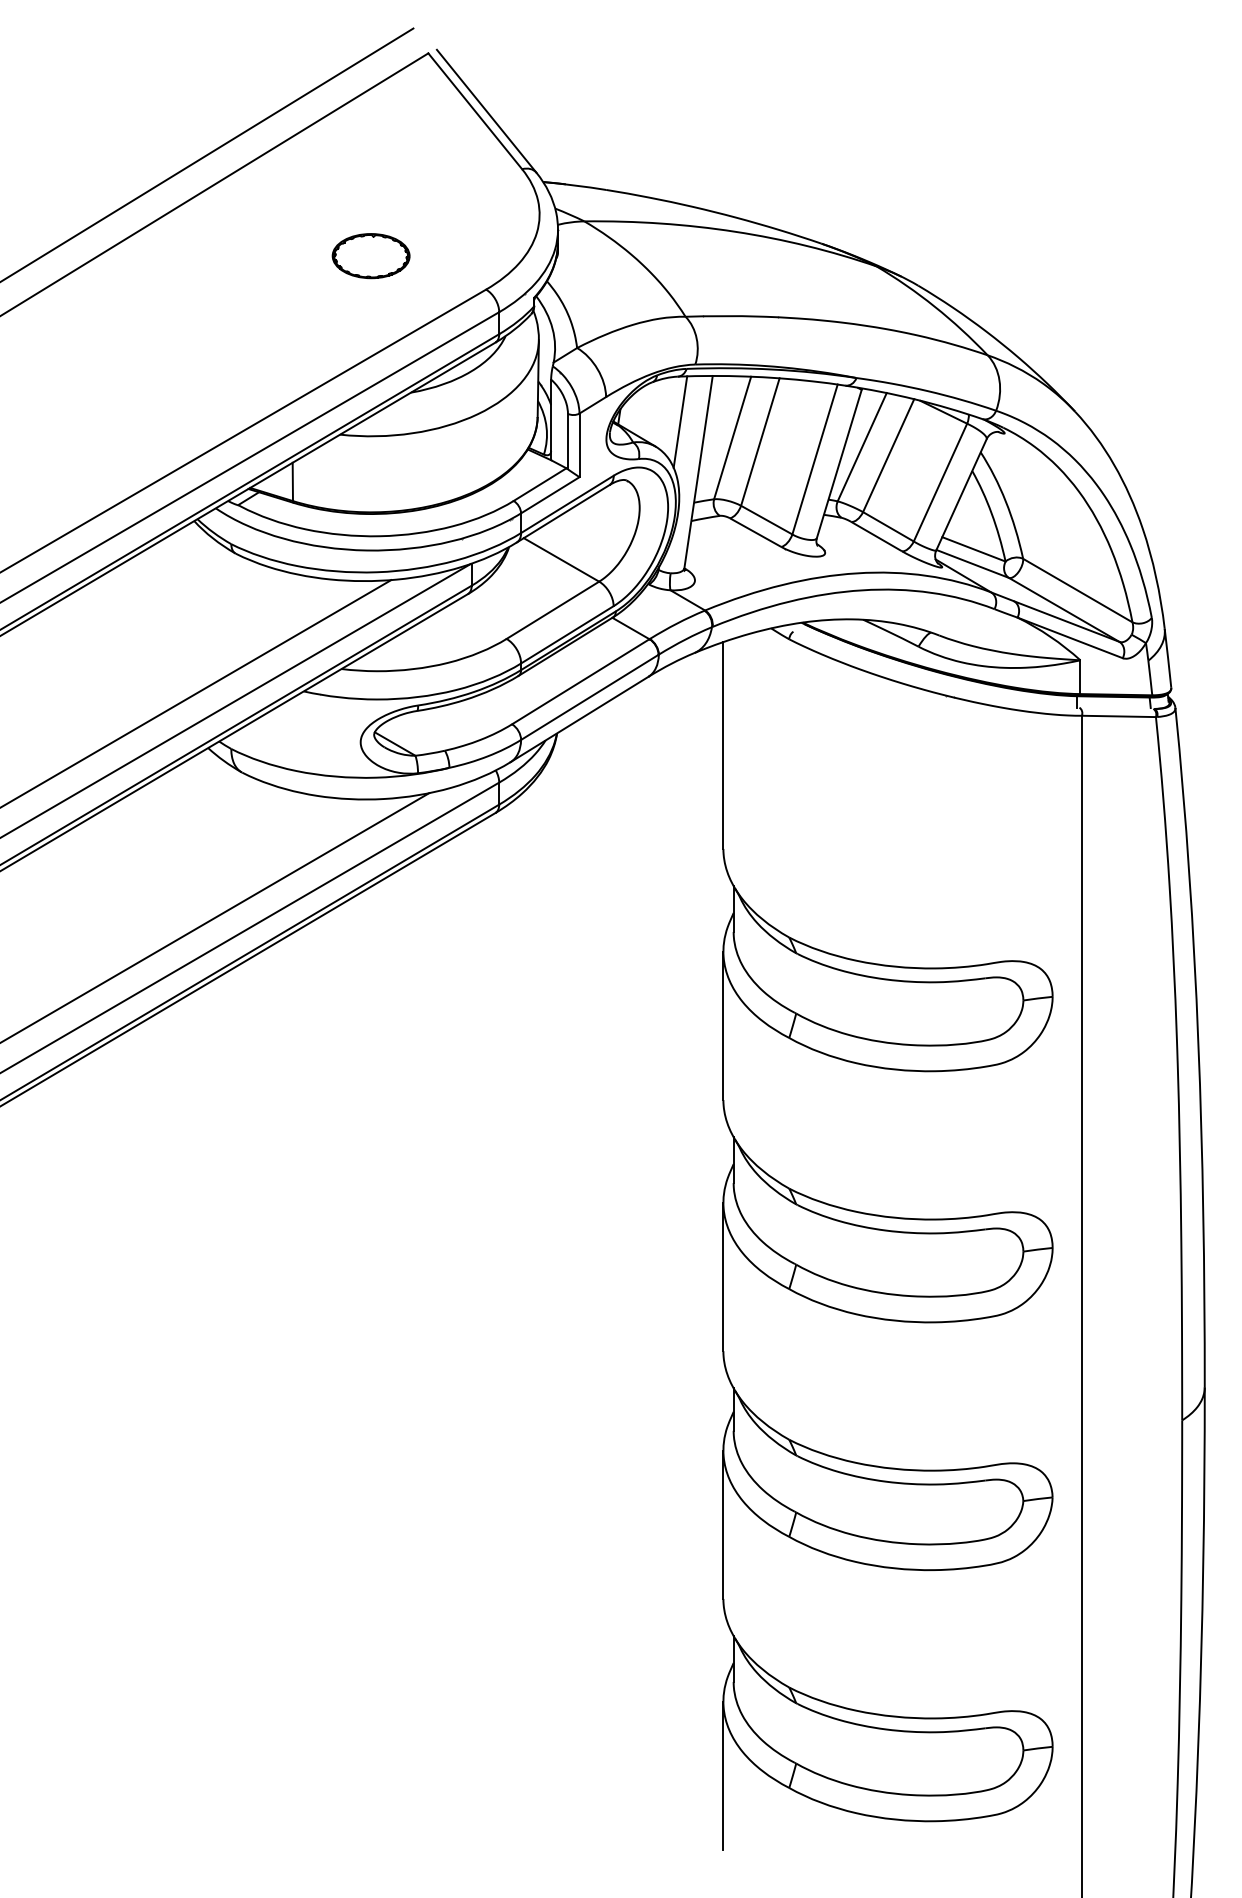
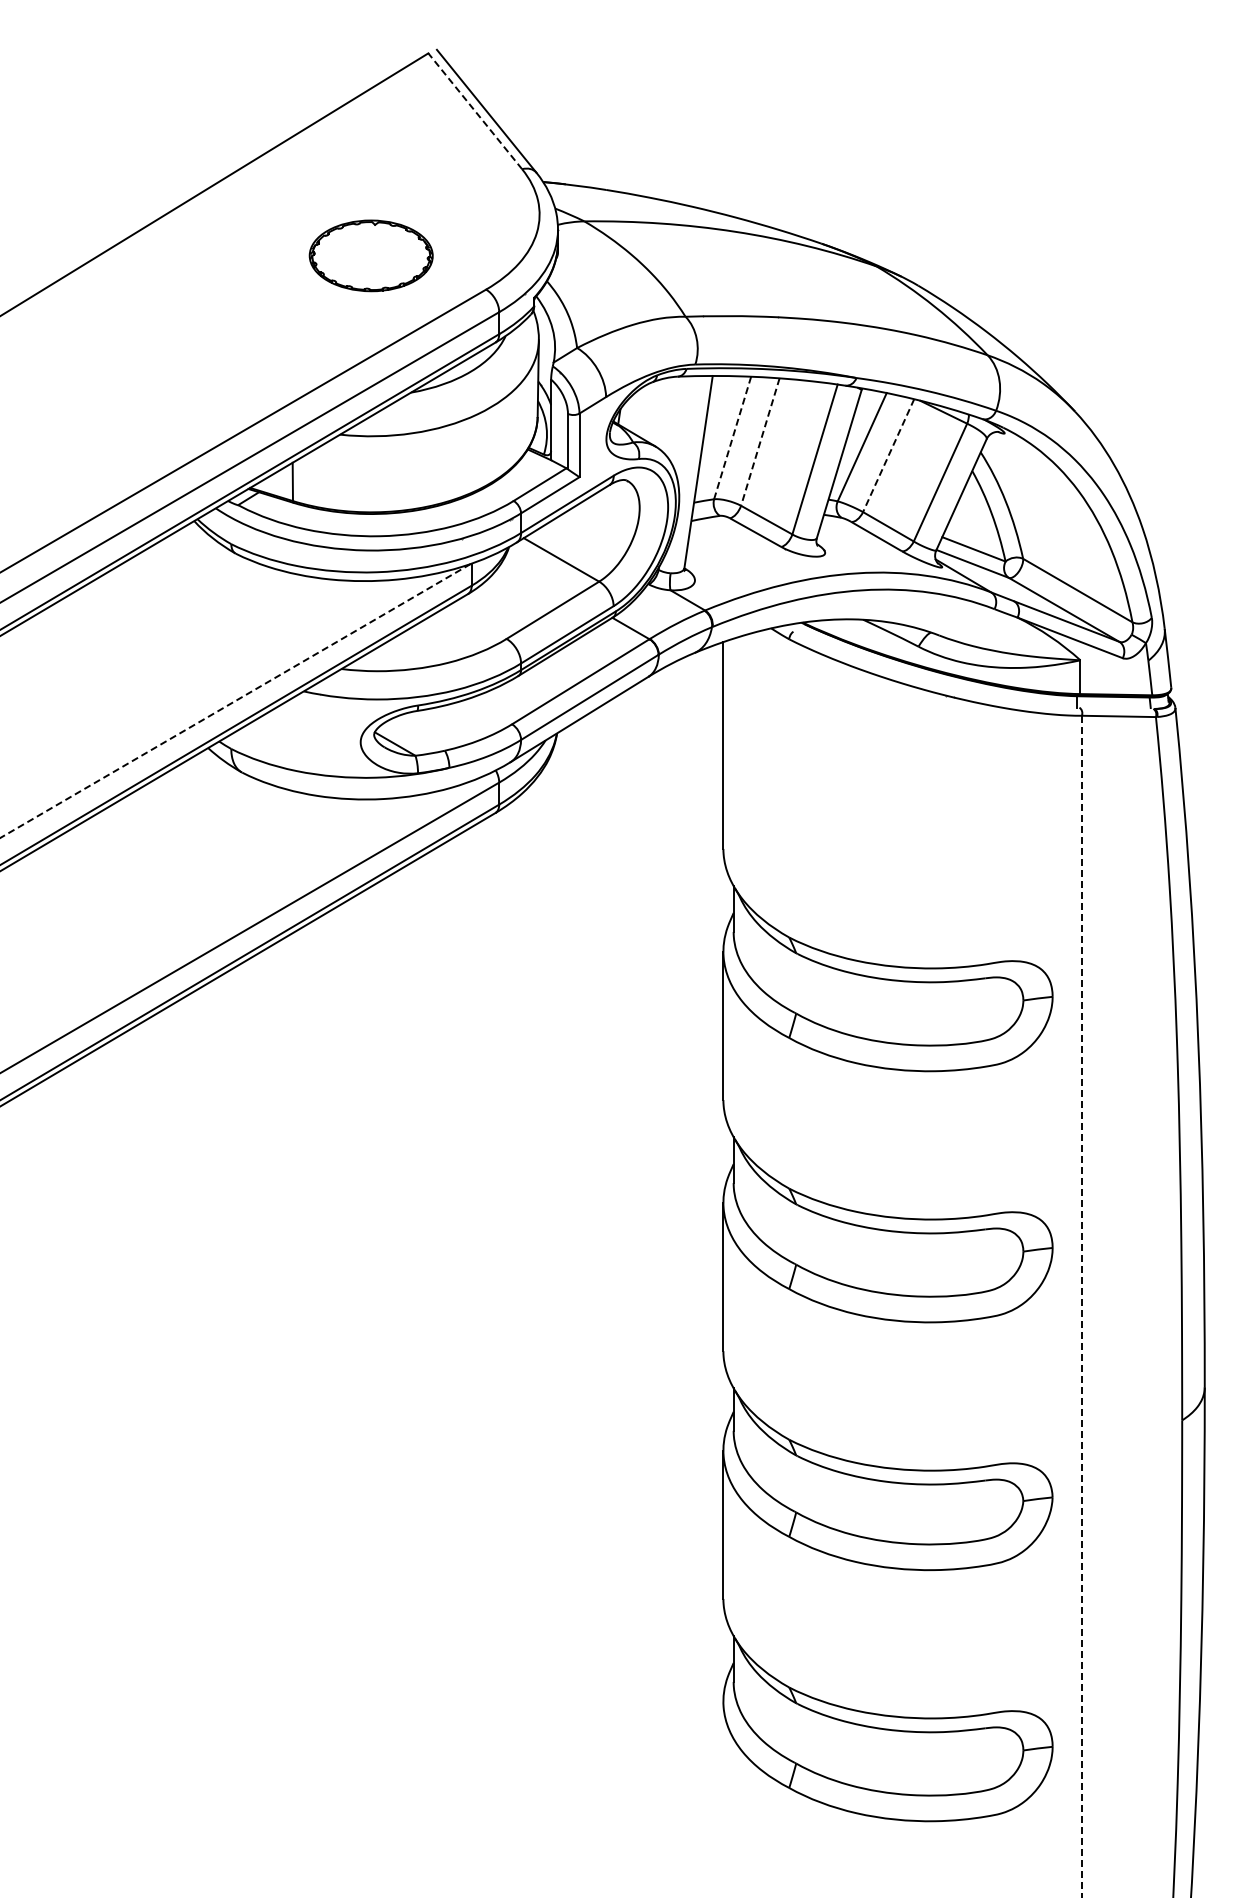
line at (475, 111): solid -> dashed
line at (207, 154): present -> none
part at (370, 256) size: 80x47 px -> 126x74 px
line at (680, 421): present -> none
line at (732, 437): solid -> dashed
line at (760, 442): solid -> dashed
line at (888, 455): solid -> dashed
line at (196, 693): present -> none
line at (235, 700): solid -> dashed
line at (215, 917): present -> none
line at (1081, 1306): solid -> dashed
line at (723, 1775): present -> none
